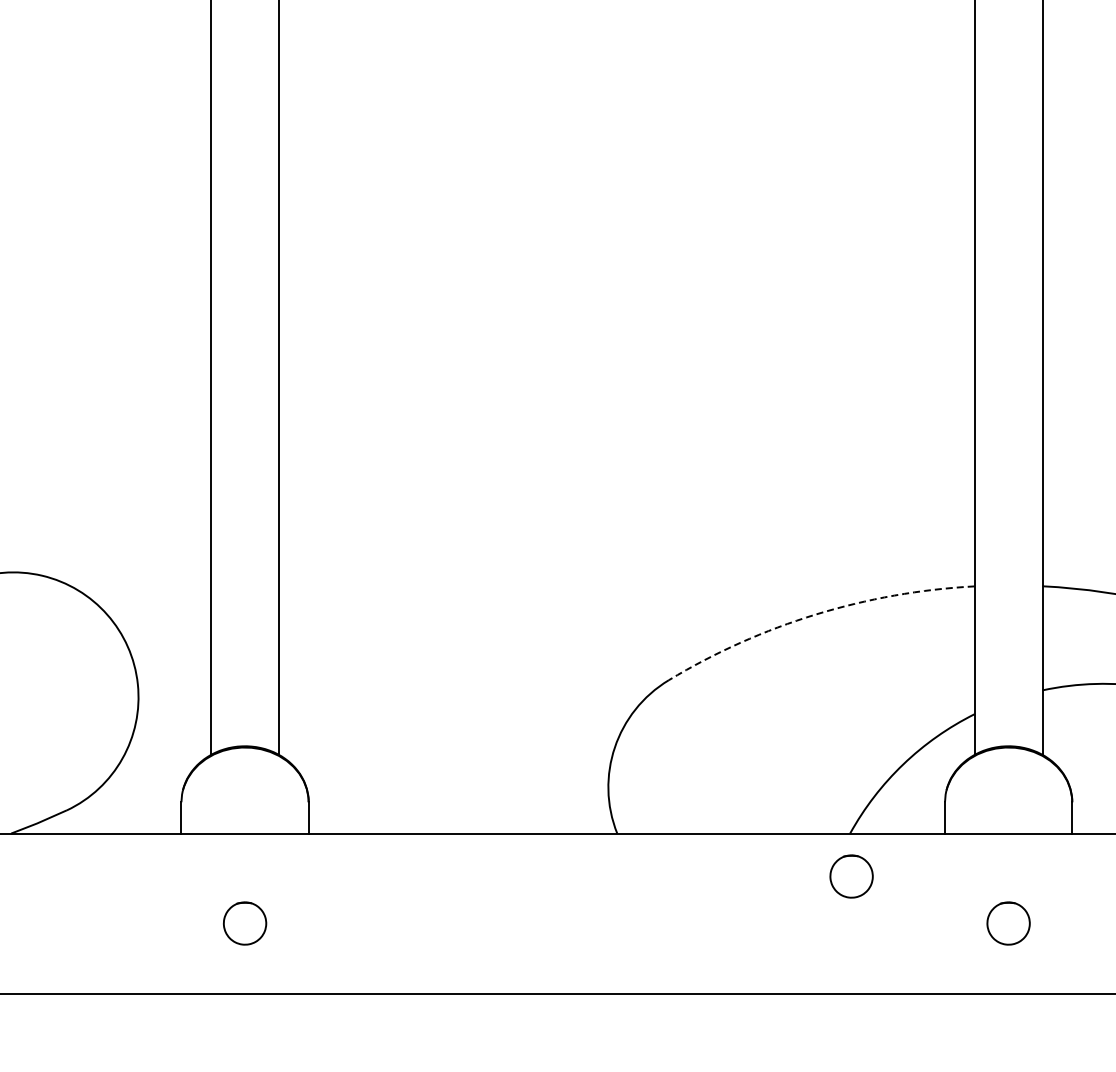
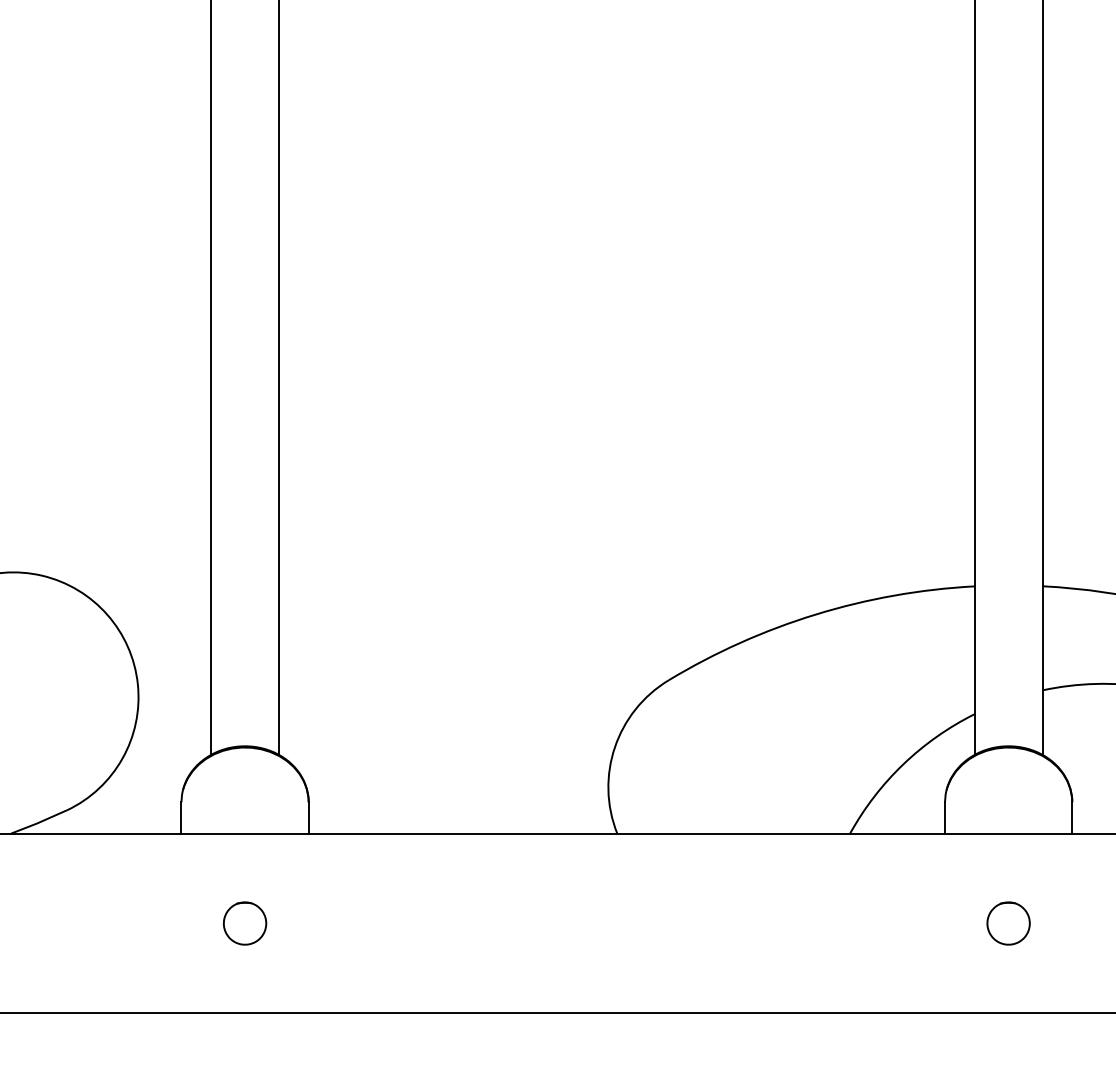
arc at (816, 614): dashed -> solid
part at (851, 876): present -> none
line at (557, 994) position: (557, 994) -> (557, 1013)
